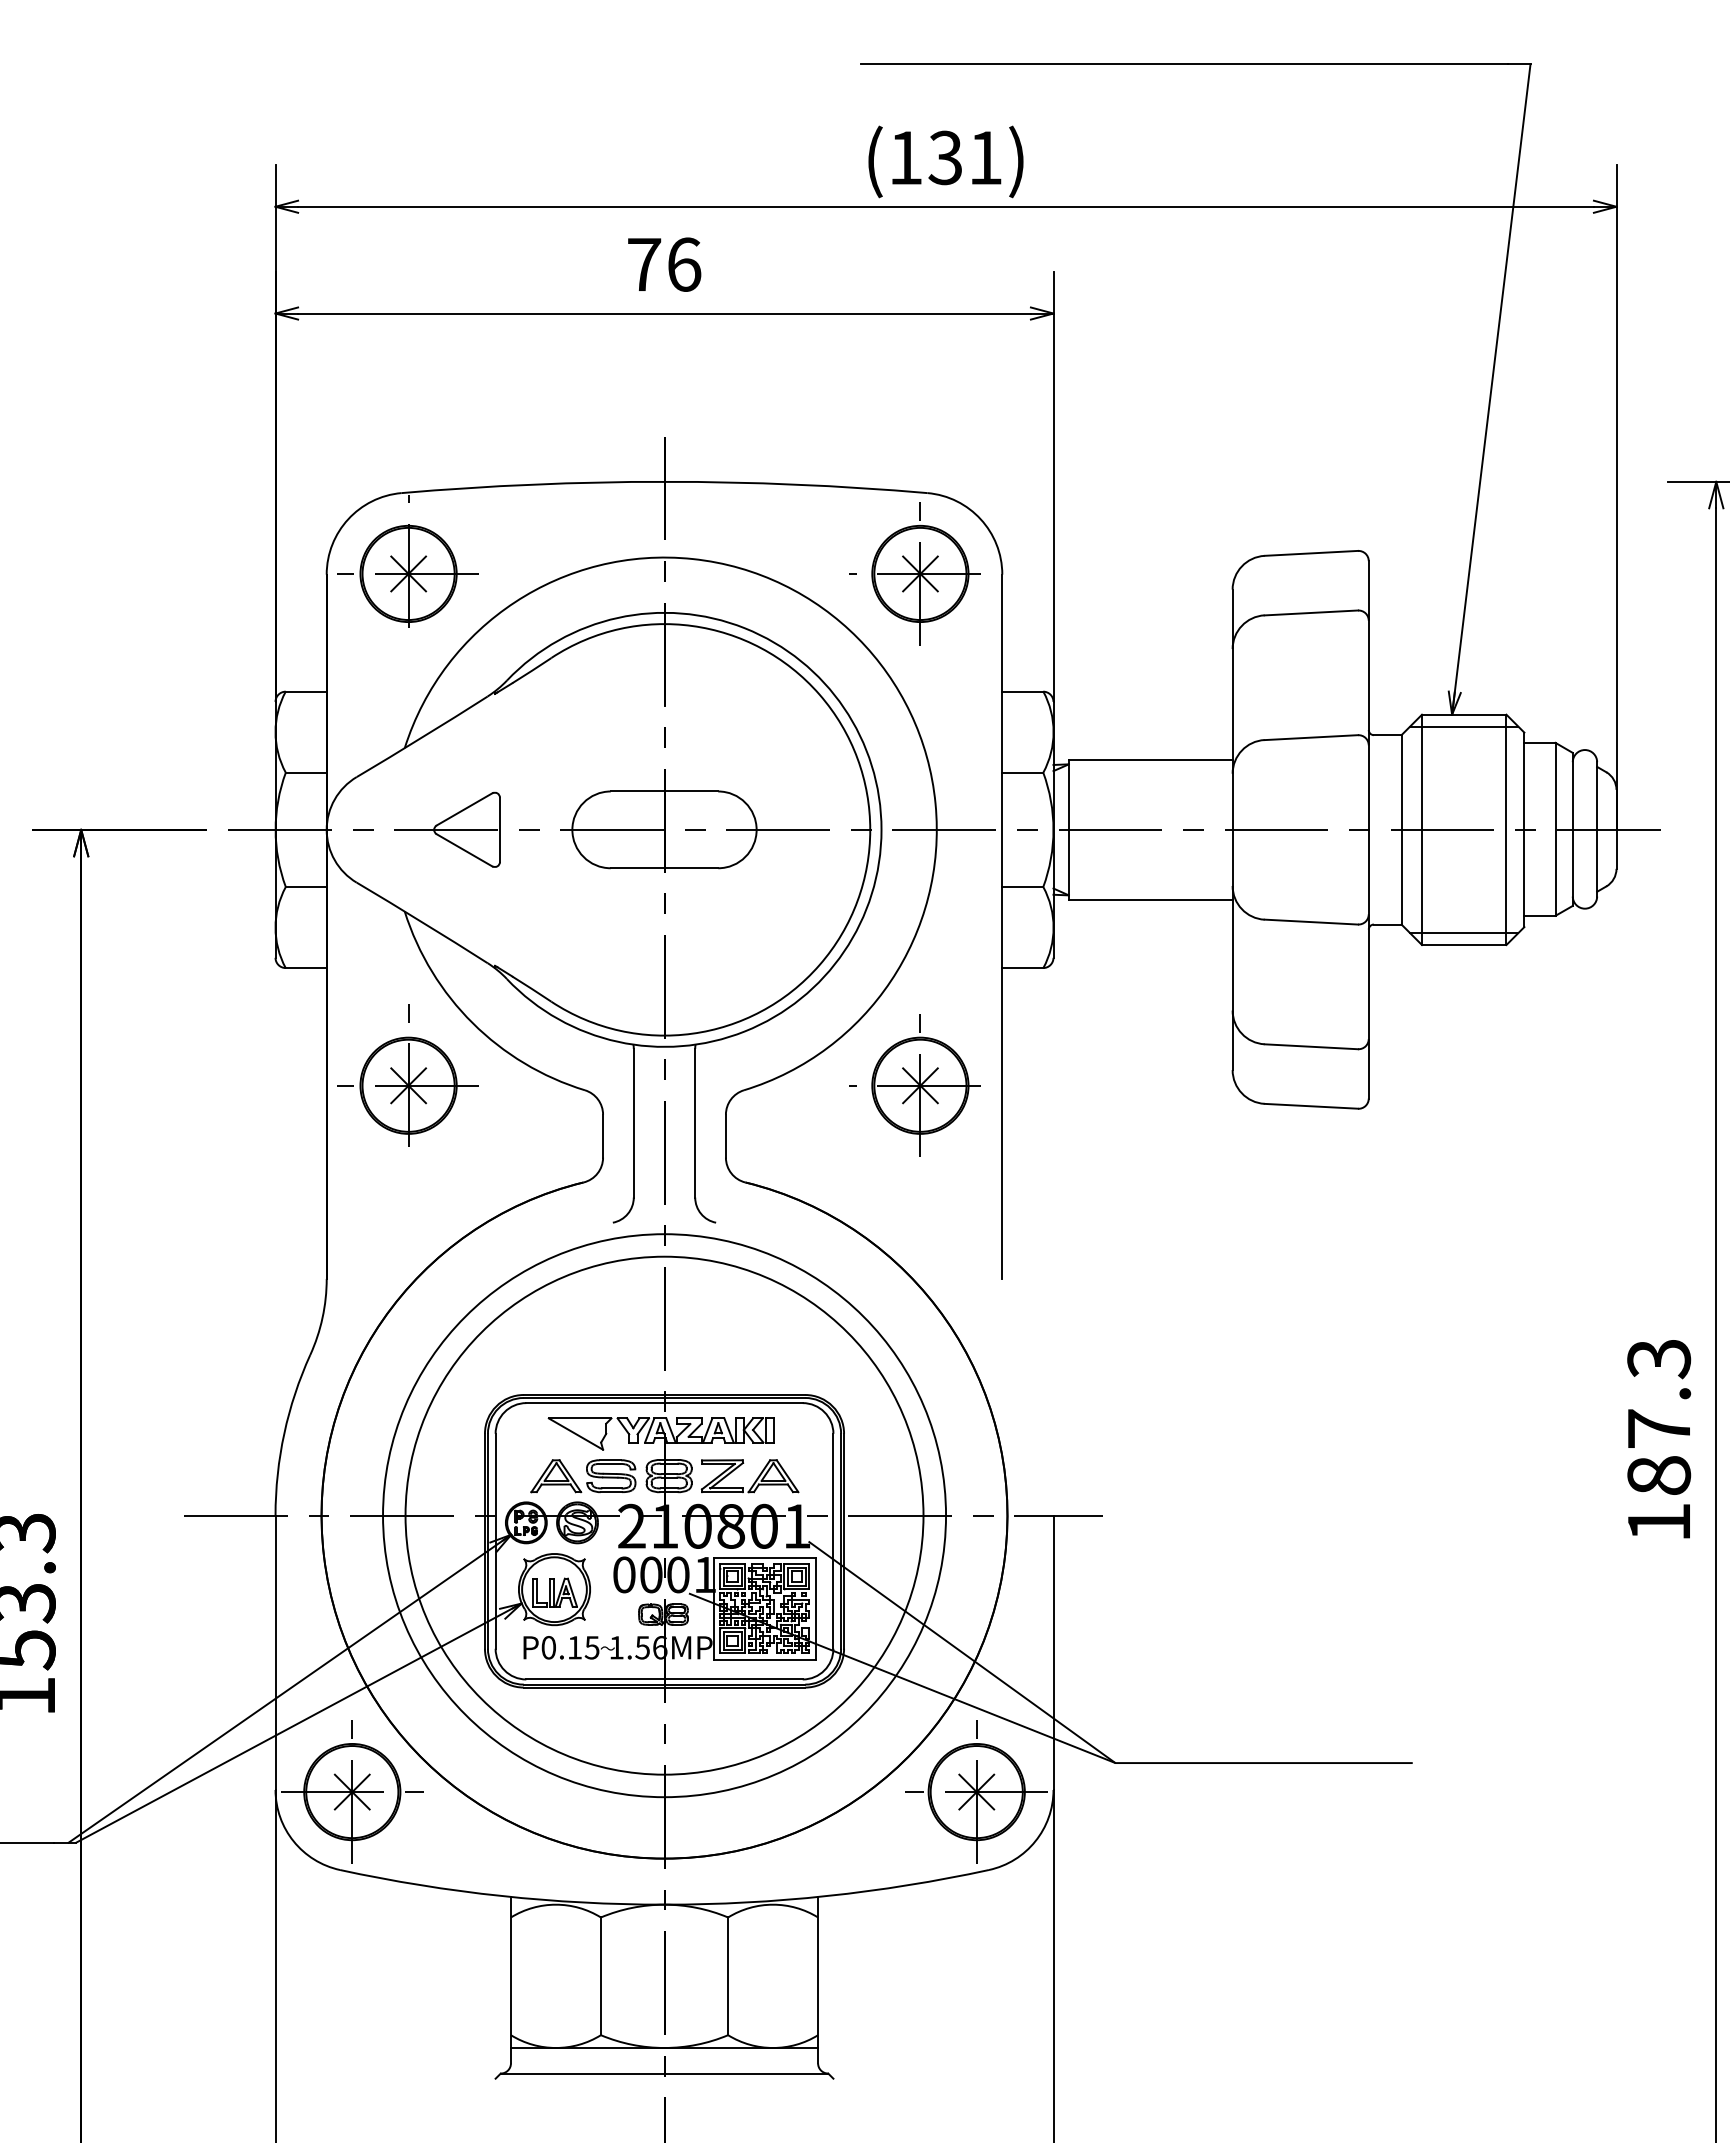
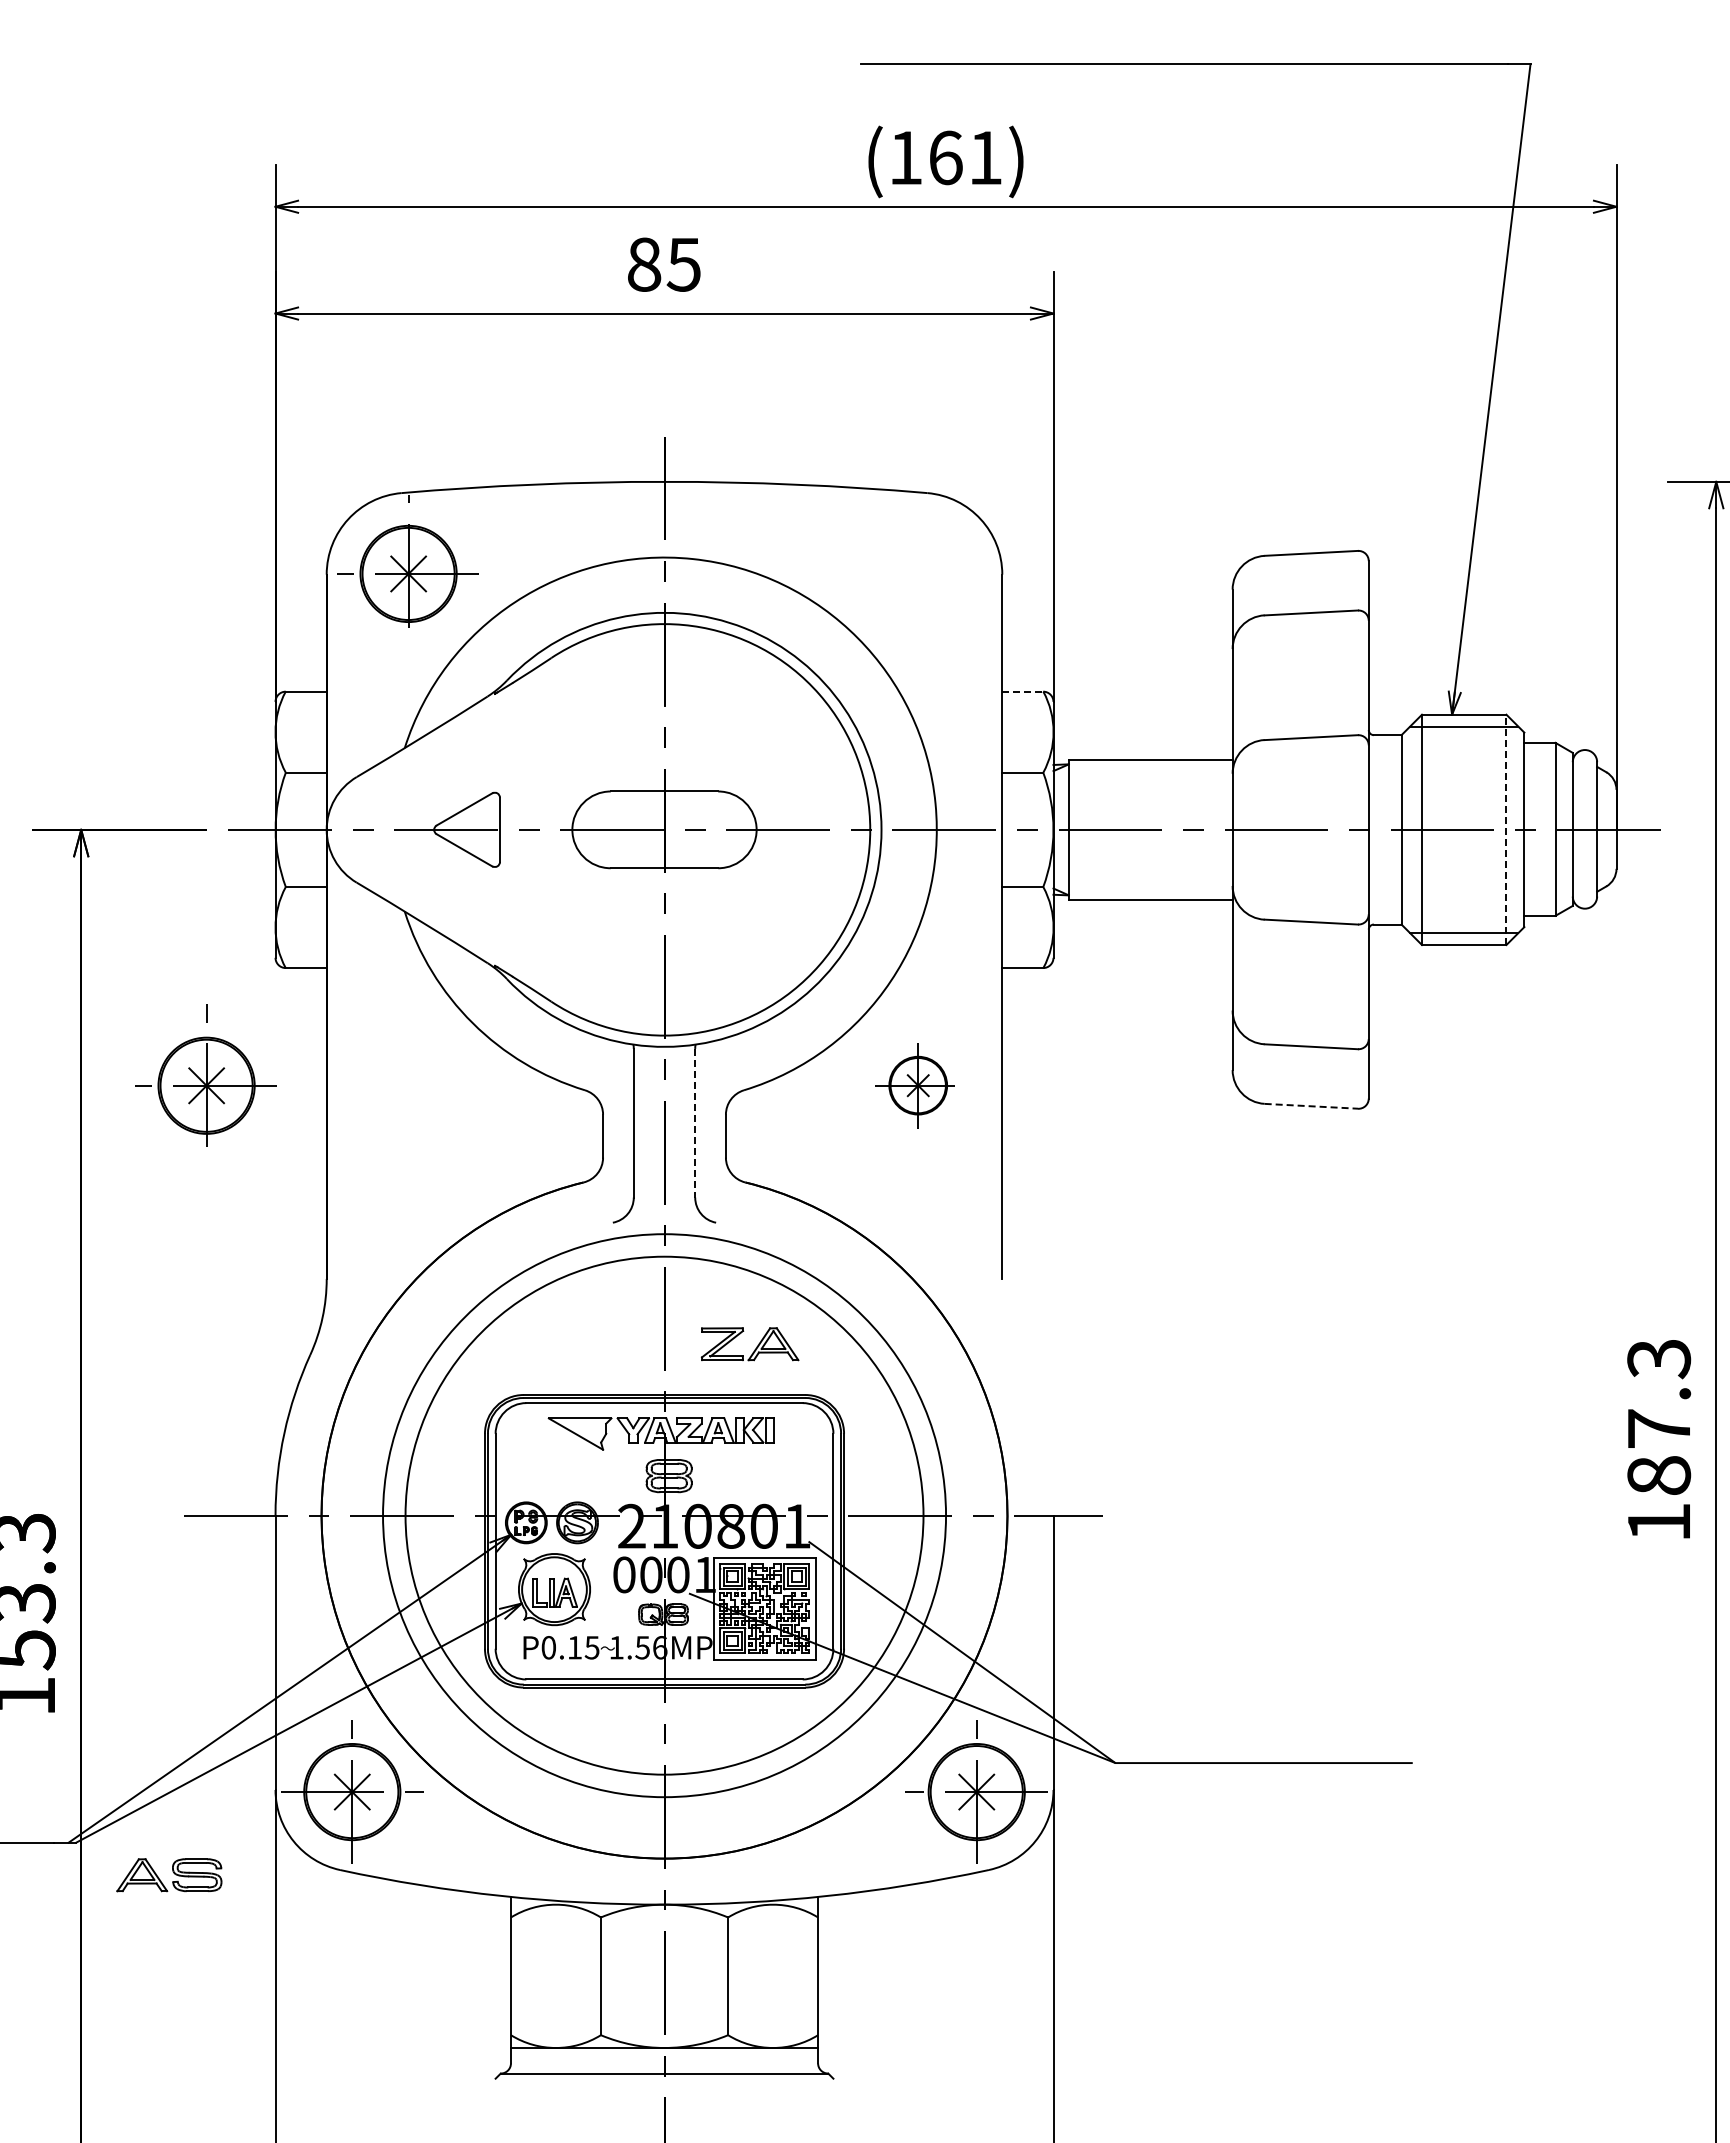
text at (945, 157): (131) -> (161)
text at (664, 264): 76 -> 85
part at (914, 573): present -> none
line at (1023, 691): solid -> dashed
line at (1506, 829): solid -> dashed
part at (407, 1075) position: (407, 1075) -> (205, 1075)
part at (914, 1085) size: 132x143 px -> 80x86 px
line at (1311, 1106): solid -> dashed
line at (695, 1123): solid -> dashed
part at (583, 1476) position: (583, 1476) -> (169, 1875)
part at (754, 1481) position: (754, 1481) -> (754, 1349)
